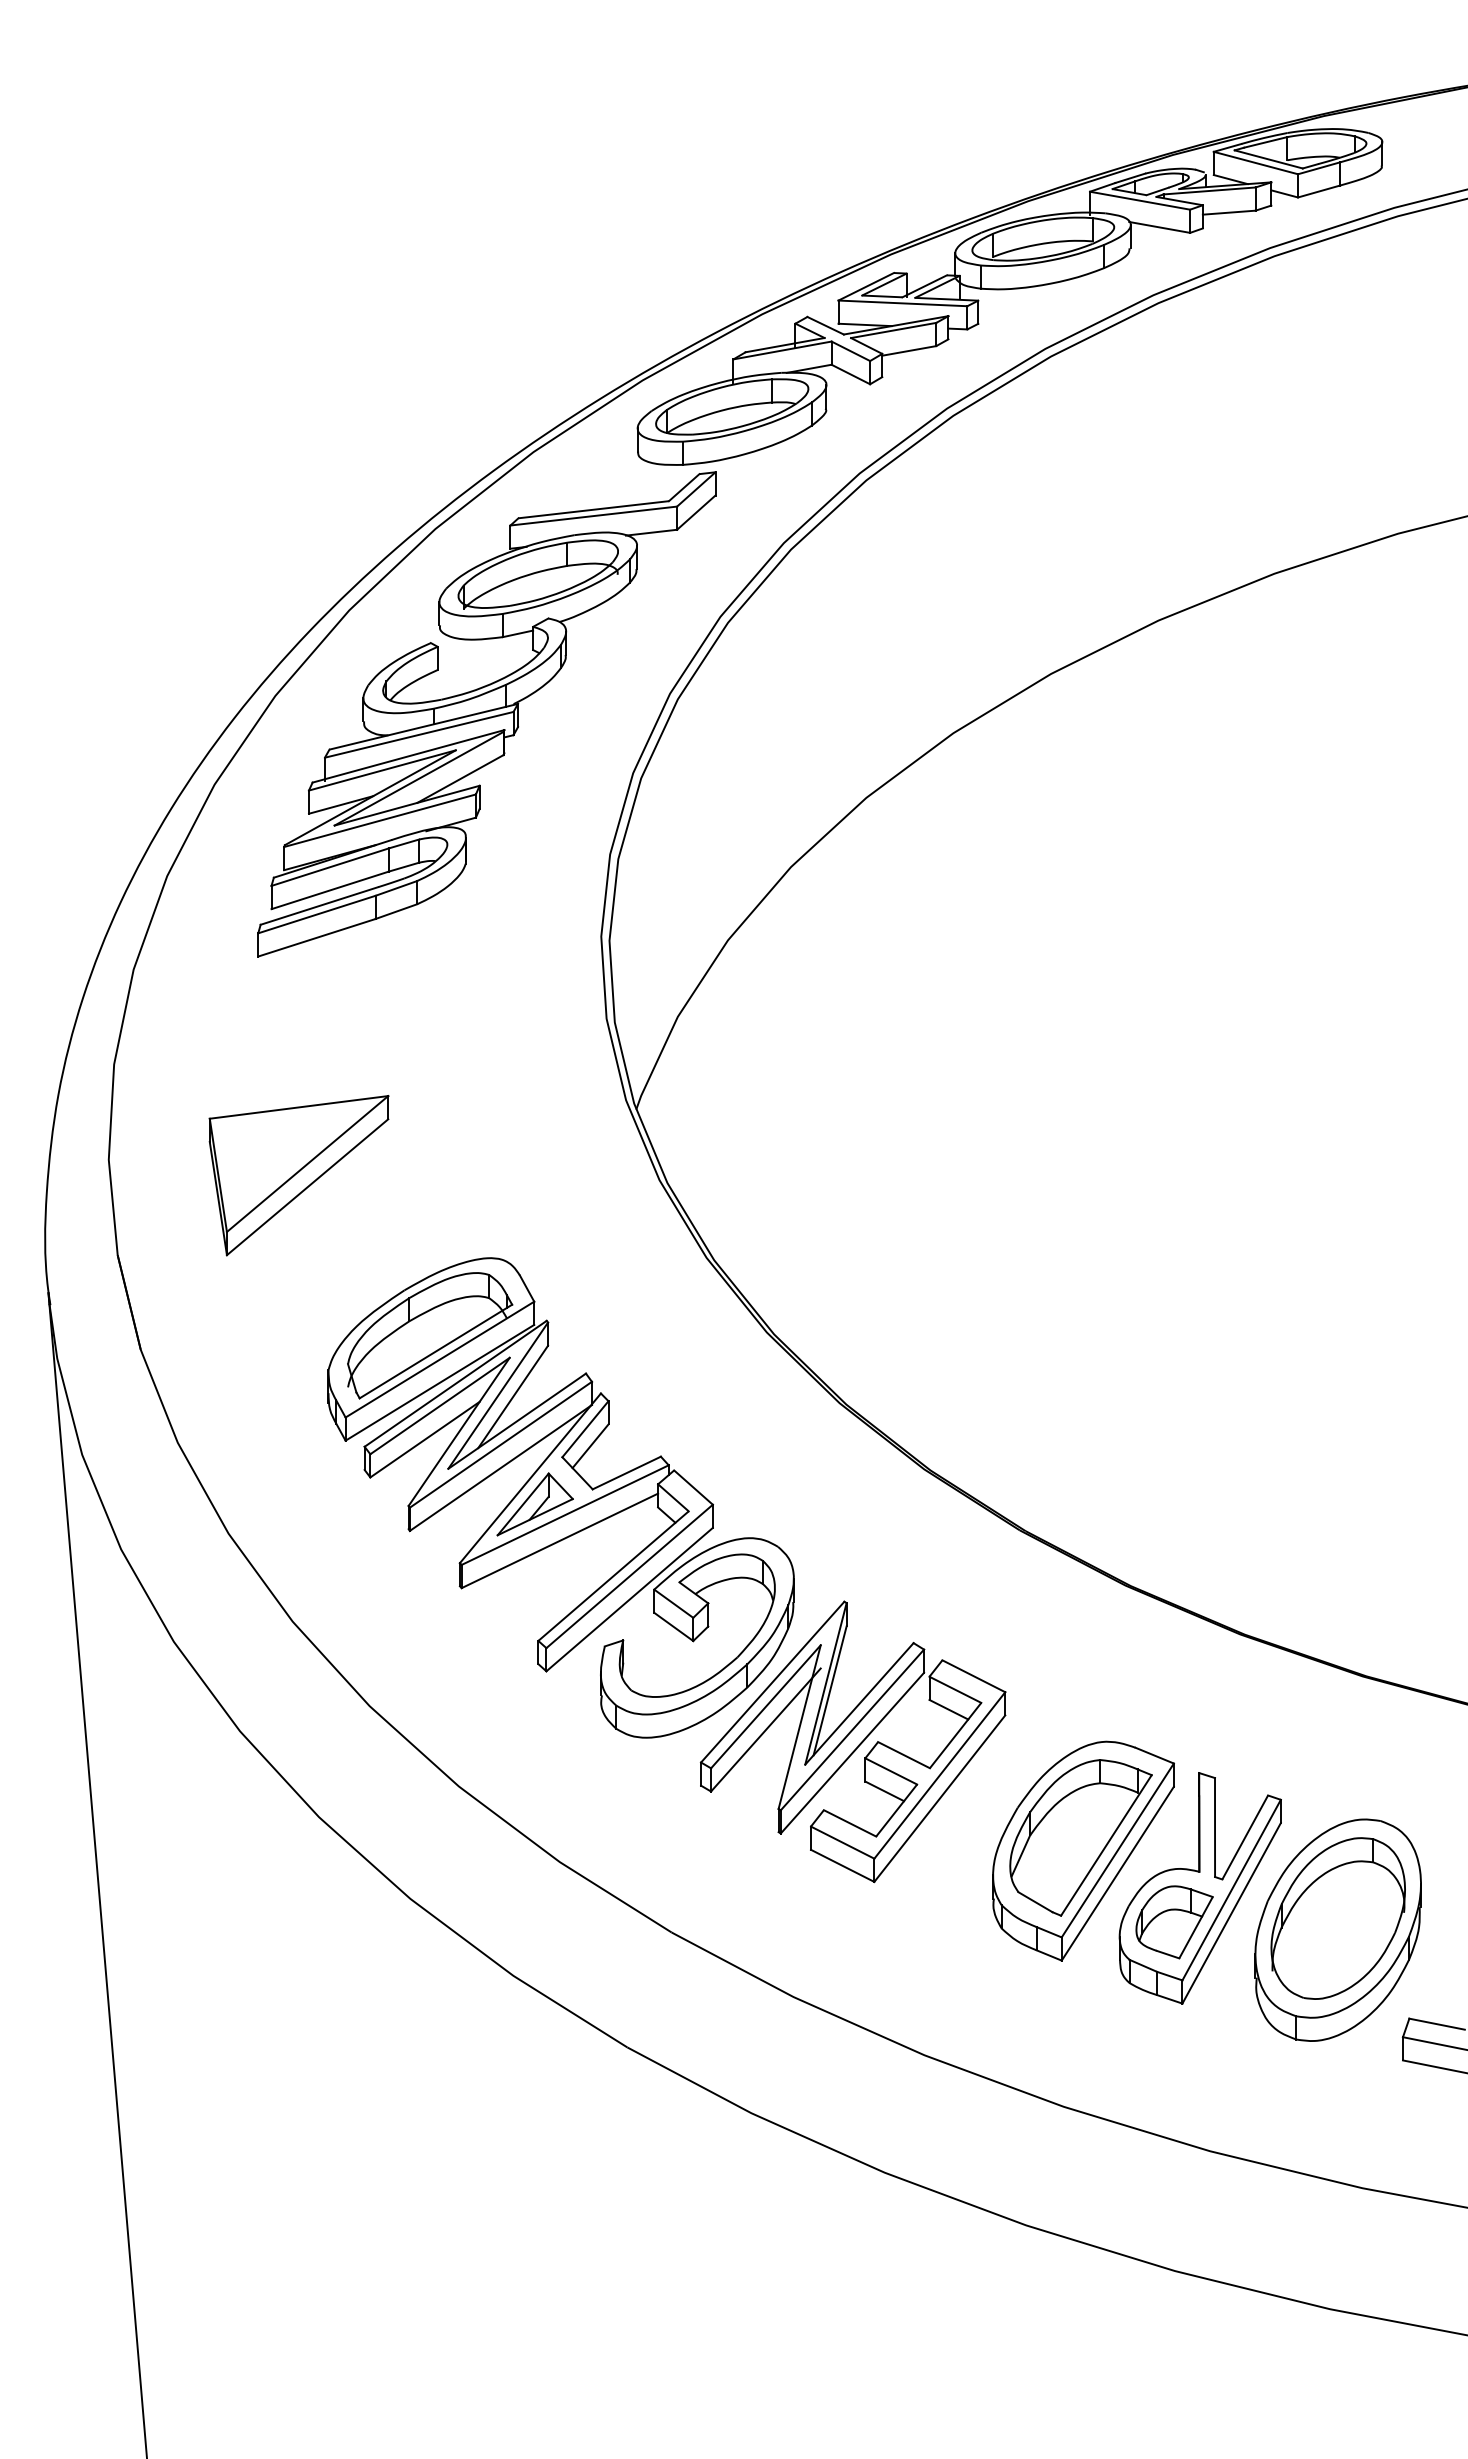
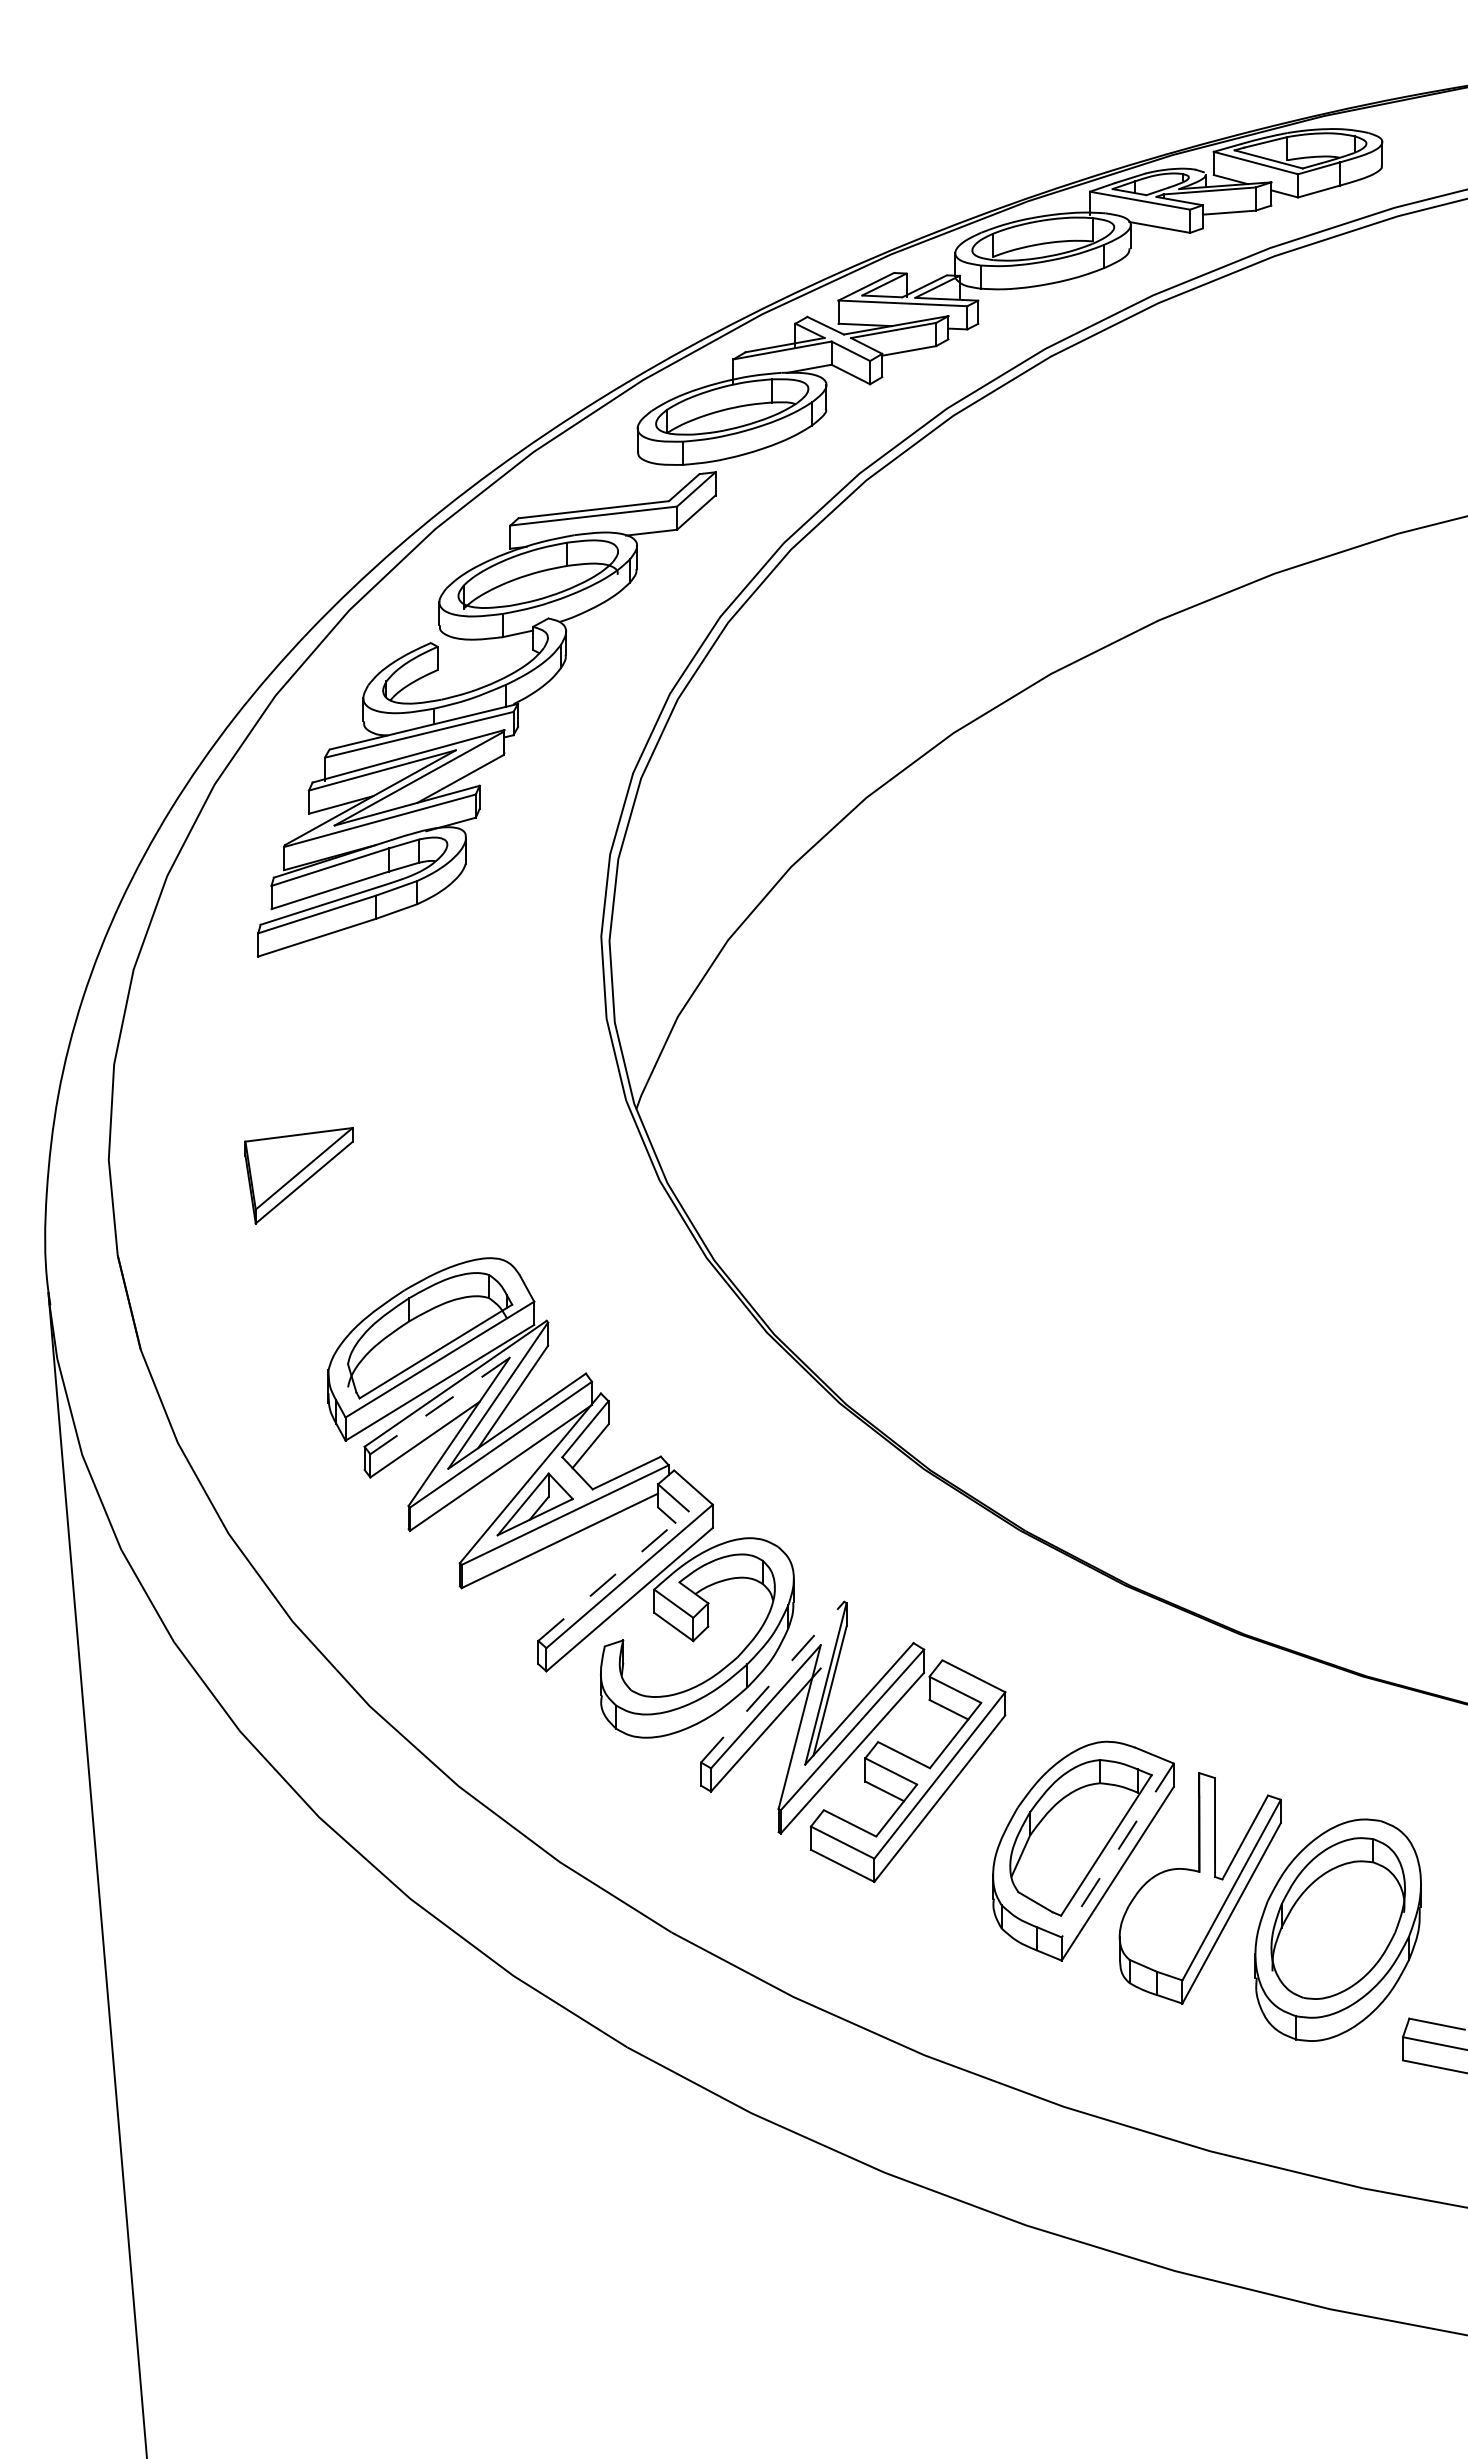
part at (298, 1175) size: 182x162 px -> 110x98 px
line at (440, 1406): solid -> dashed
line at (614, 1575): solid -> dashed
line at (772, 1682): solid -> dashed
line at (1117, 1850): solid -> dashed
part at (1174, 1922): present -> none
